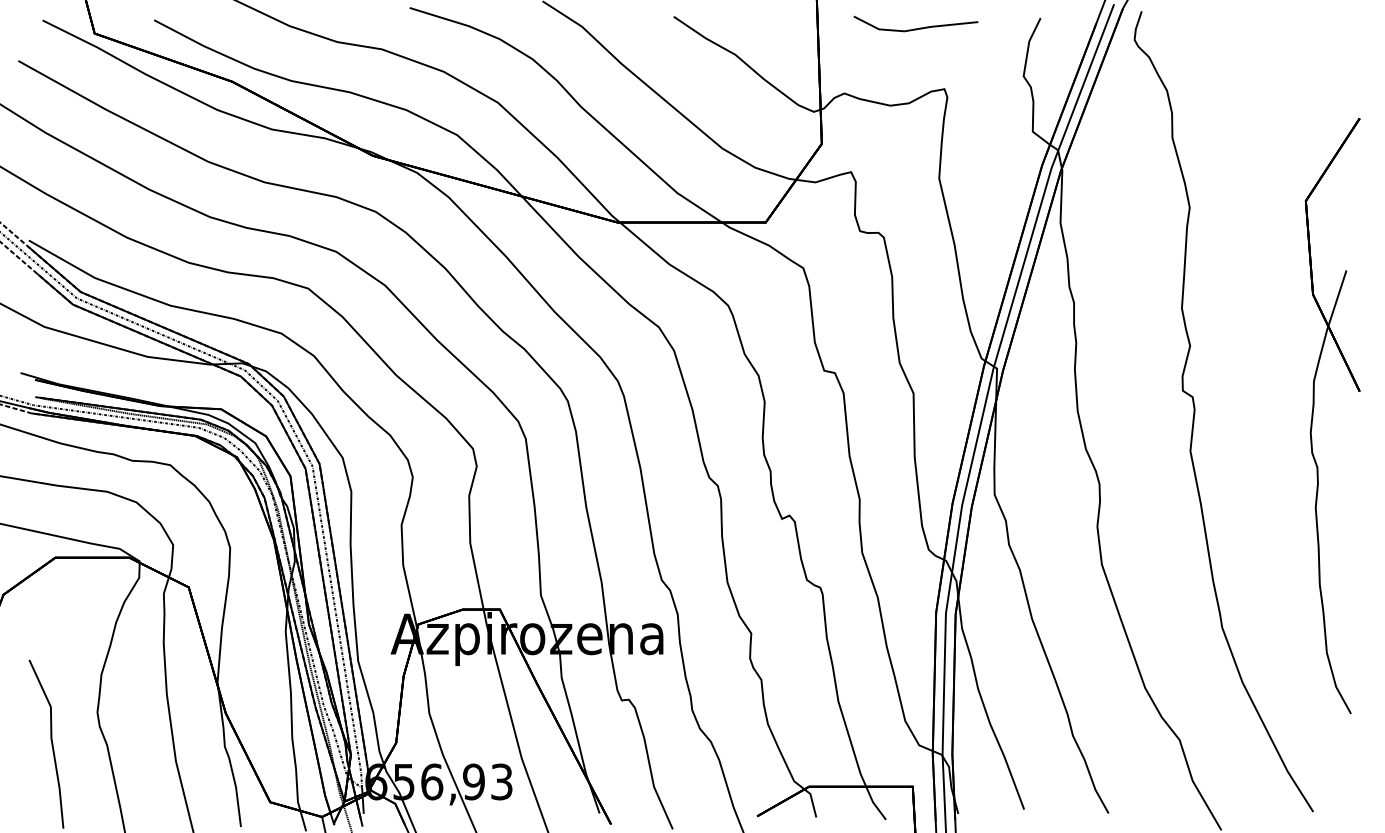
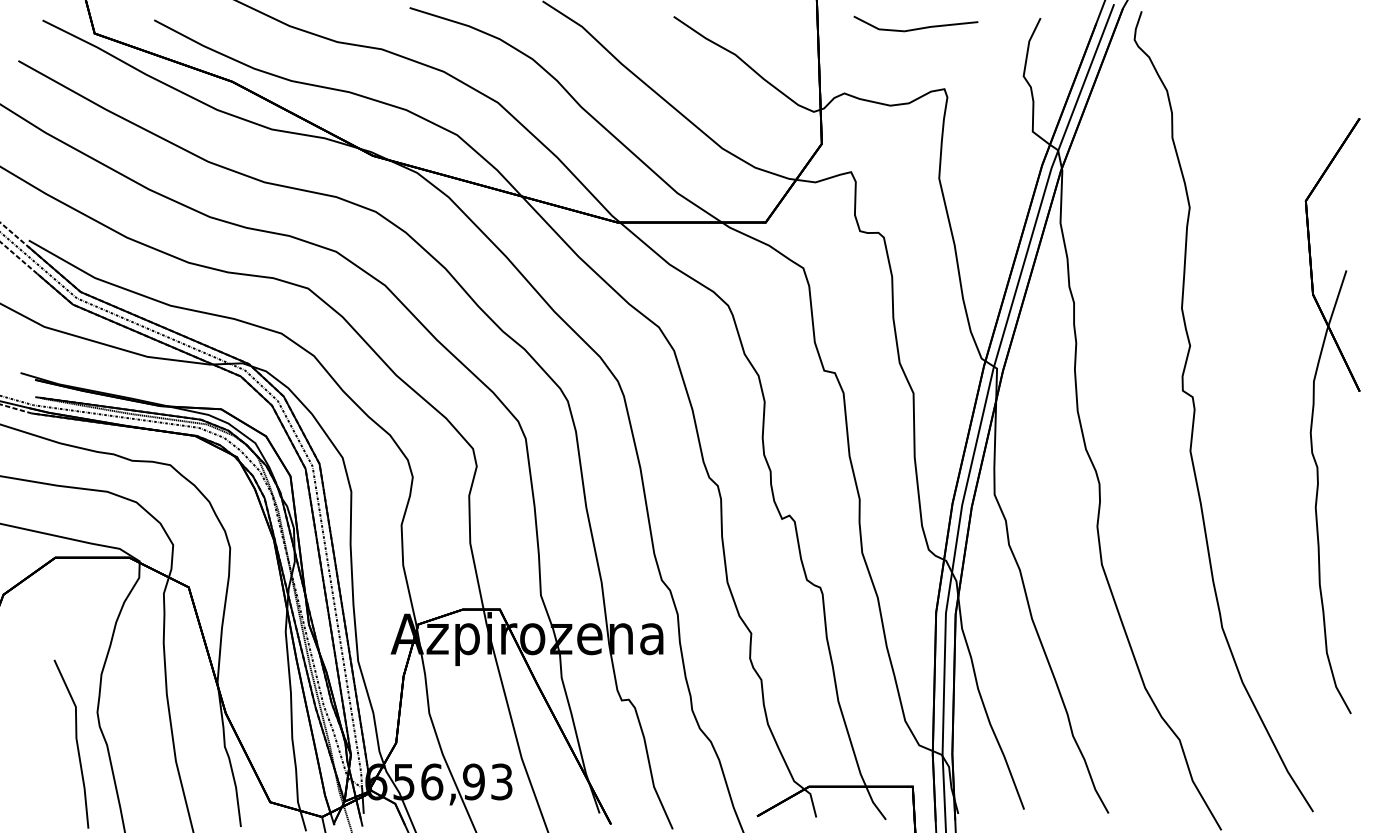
line at (50, 740) position: (50, 740) -> (75, 740)
